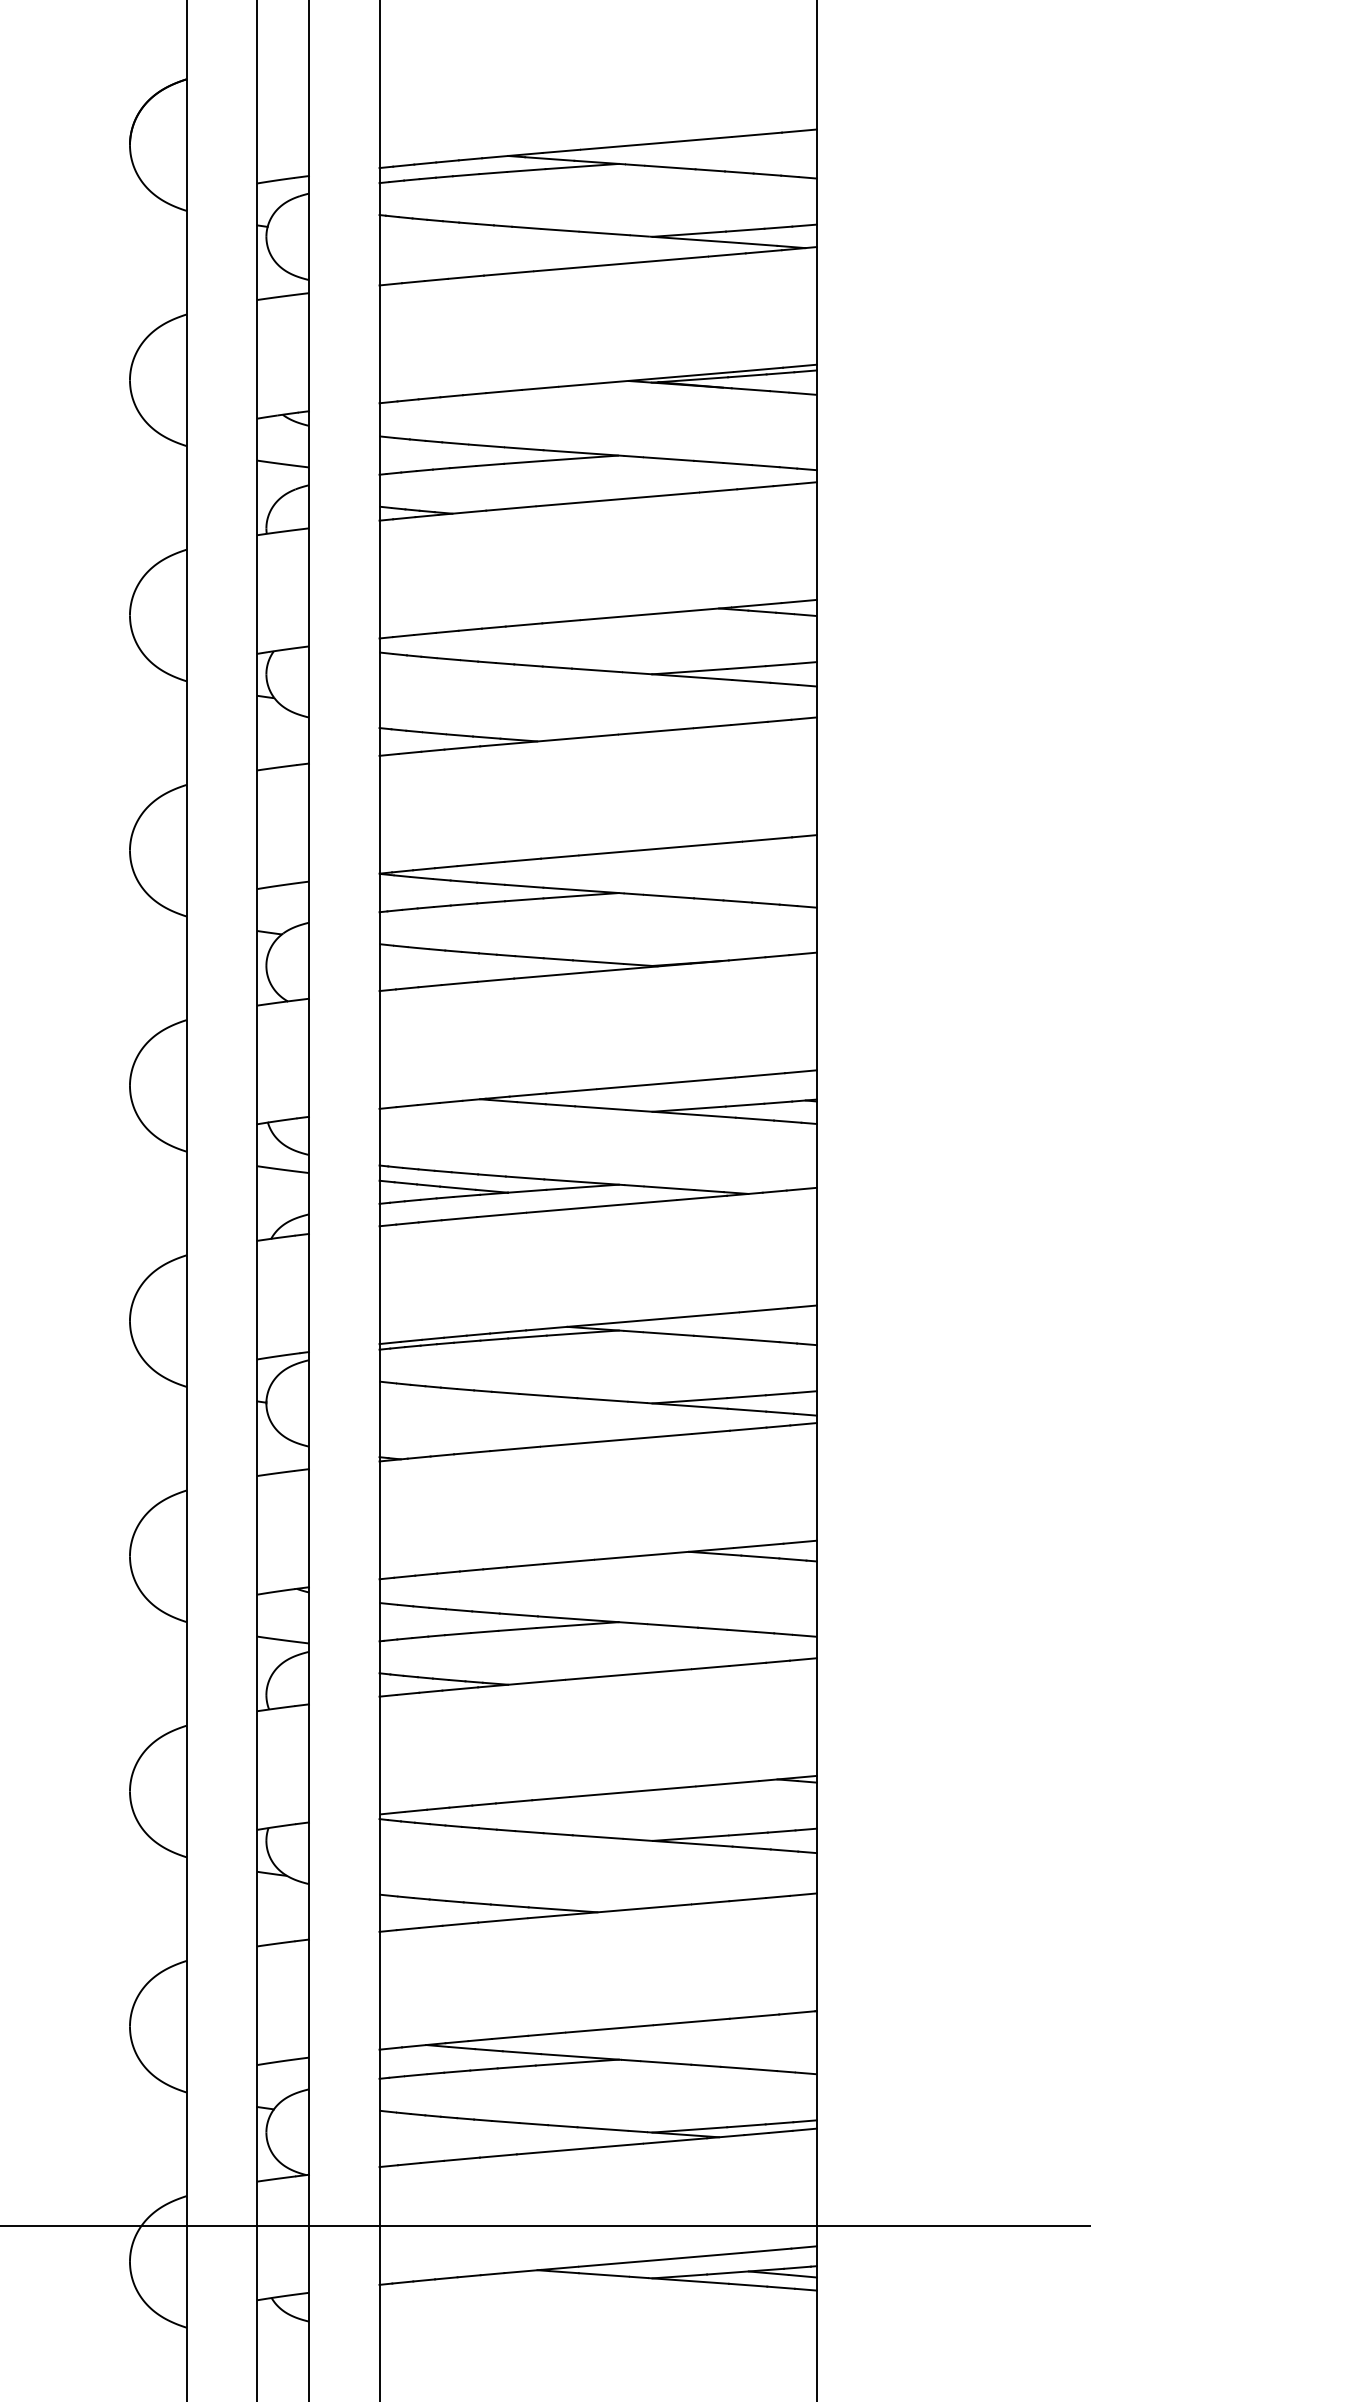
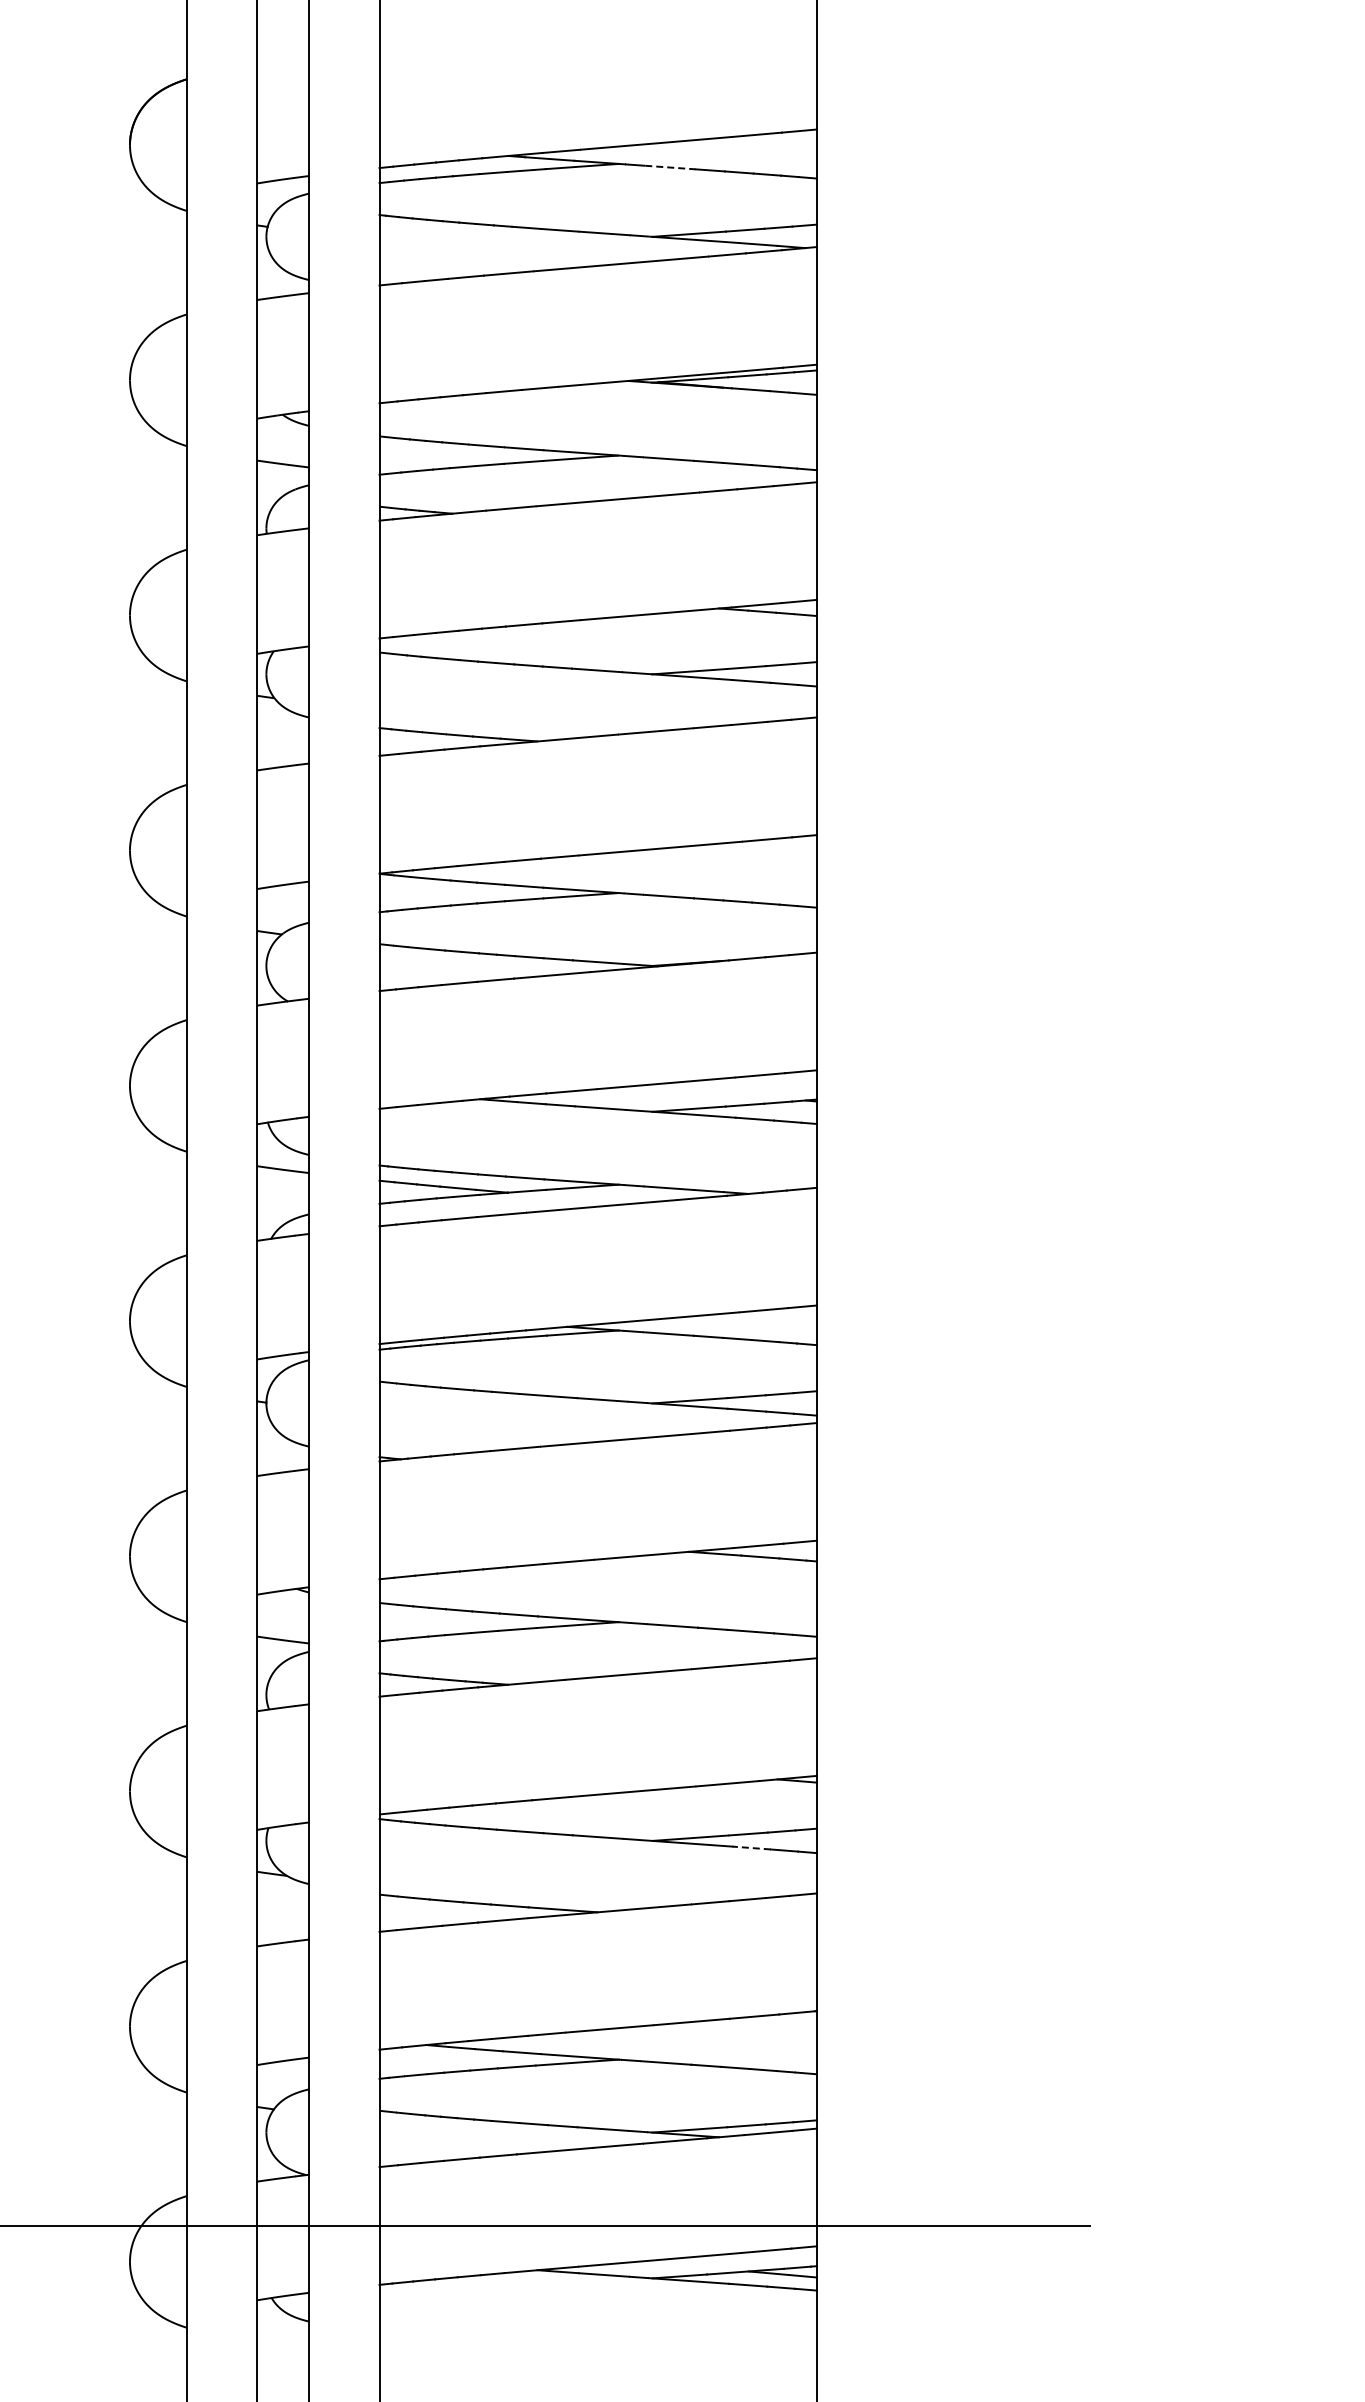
line at (670, 167): solid -> dashed
line at (751, 1848): solid -> dashed
